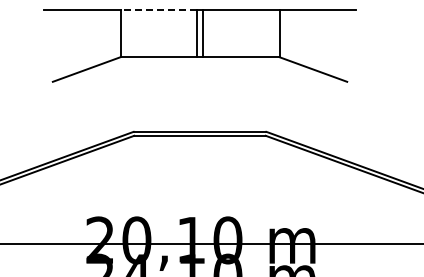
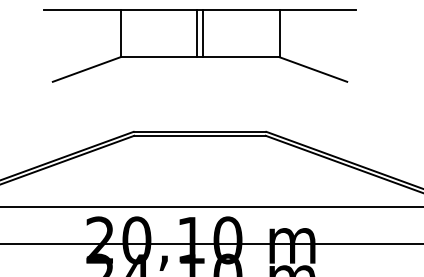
line at (158, 9): dashed -> solid
line at (211, 207): none -> present
